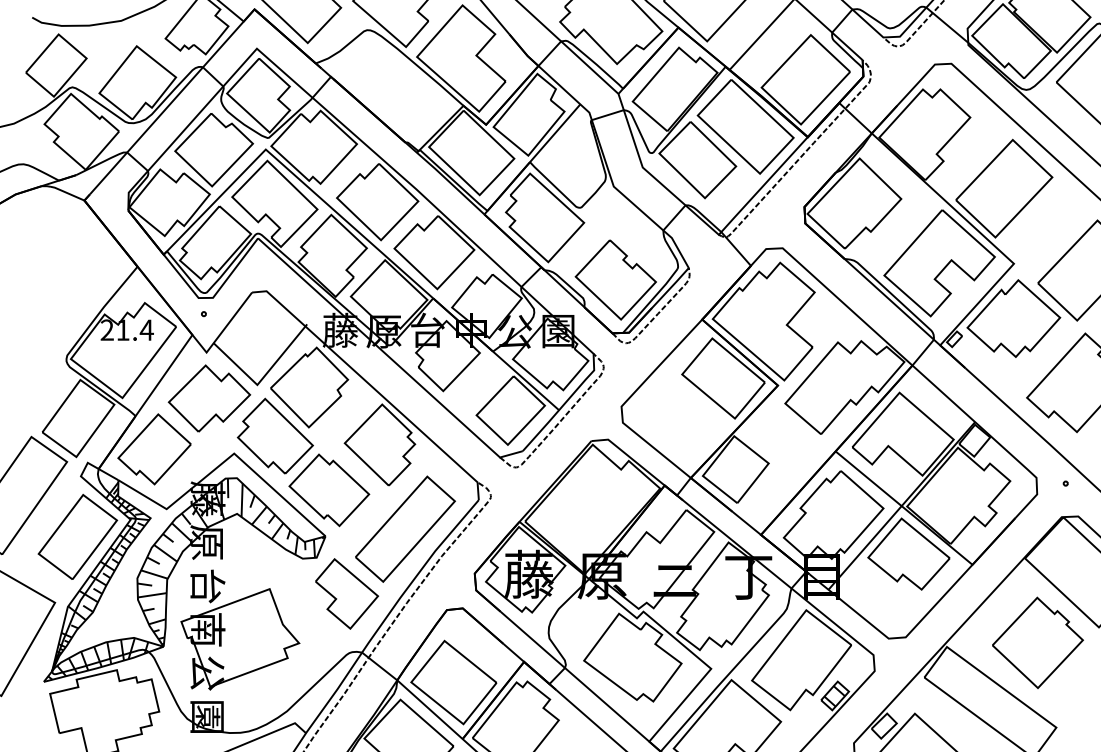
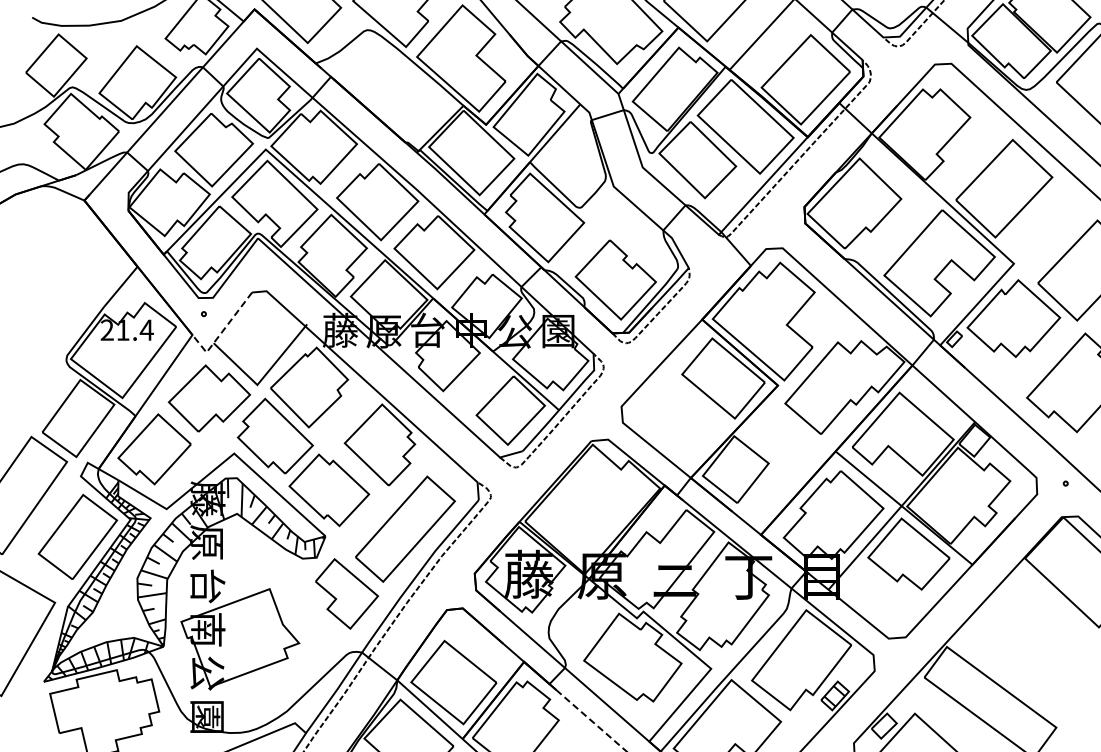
line at (221, 332): solid -> dashed
part at (1037, 642): present -> none
line at (591, 720): solid -> dashed
